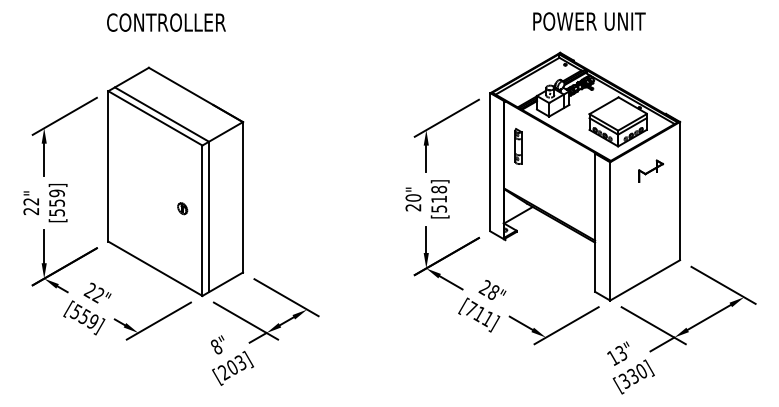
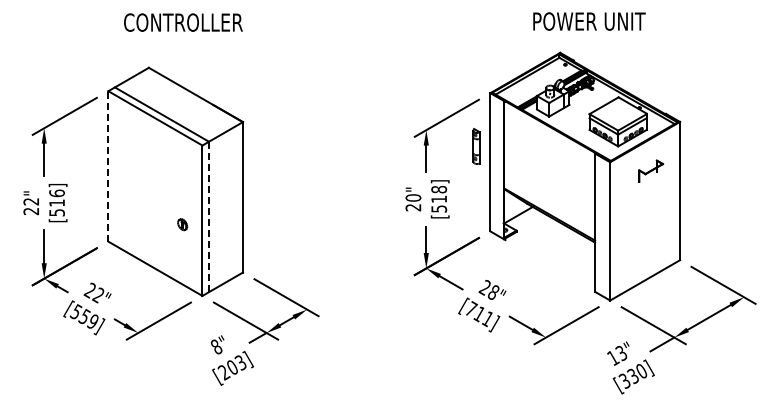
text at (166, 22) position: (166, 22) -> (183, 22)
part at (518, 146) position: (518, 146) -> (476, 146)
line at (108, 165): solid -> dashed
text at (56, 197): [559] -> [516]
part at (182, 208) position: (182, 208) -> (182, 224)
line at (209, 216): solid -> dashed
